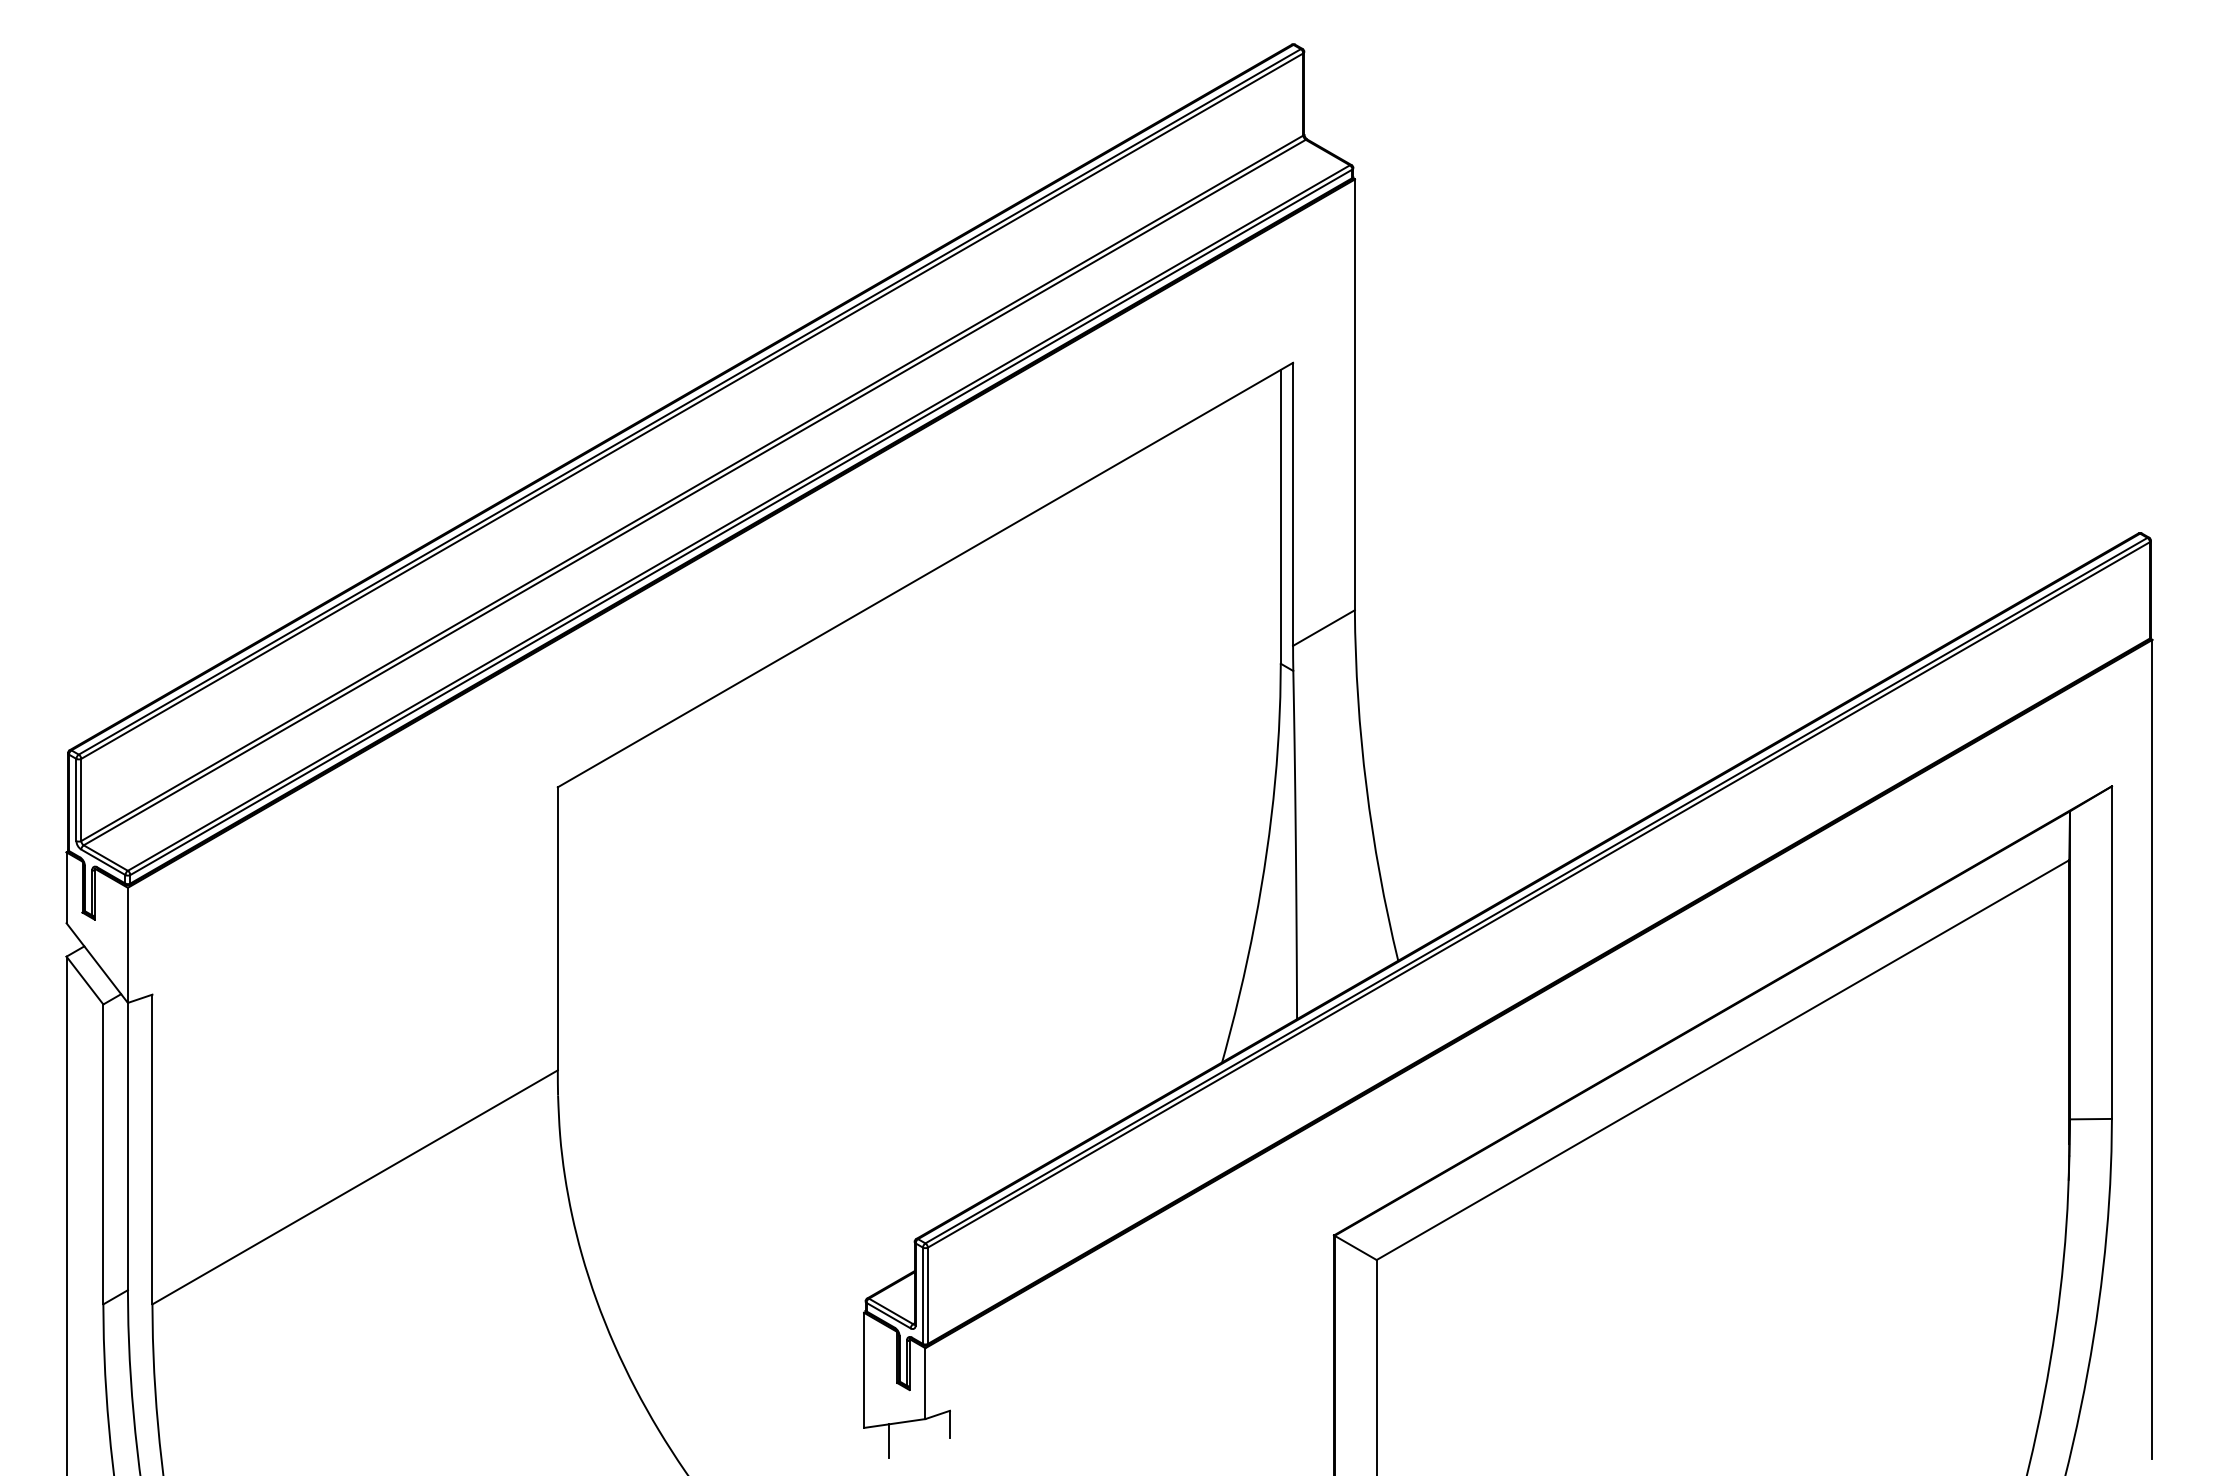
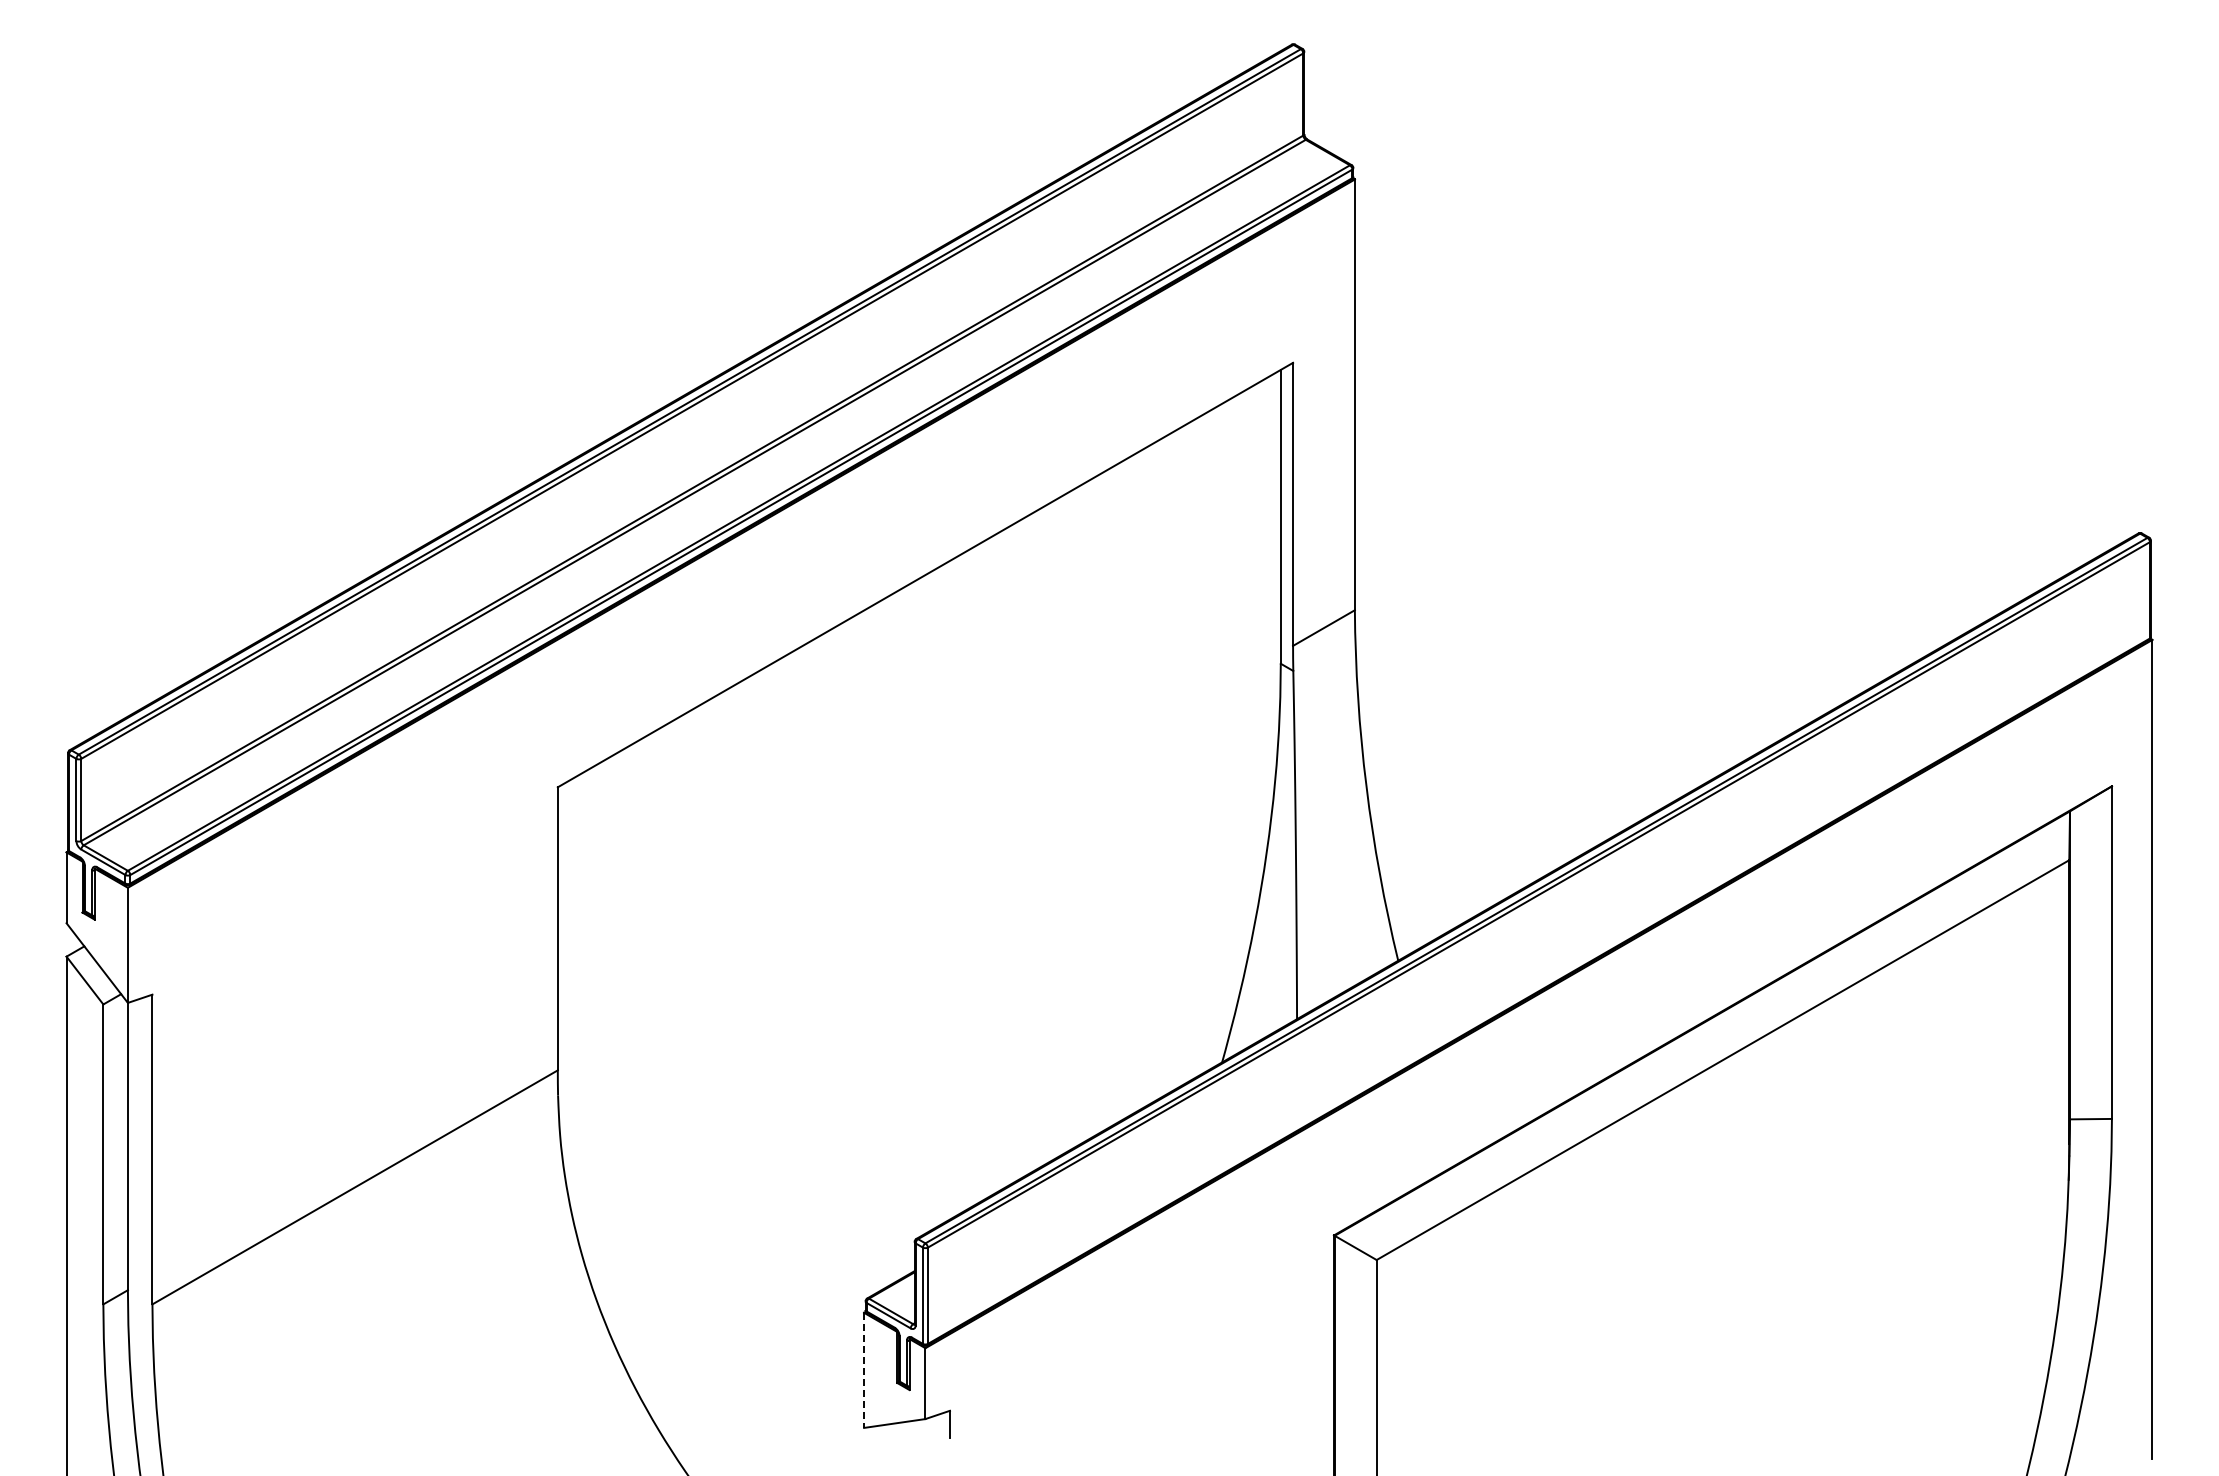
line at (864, 1370): solid -> dashed
line at (888, 1440): present -> none
